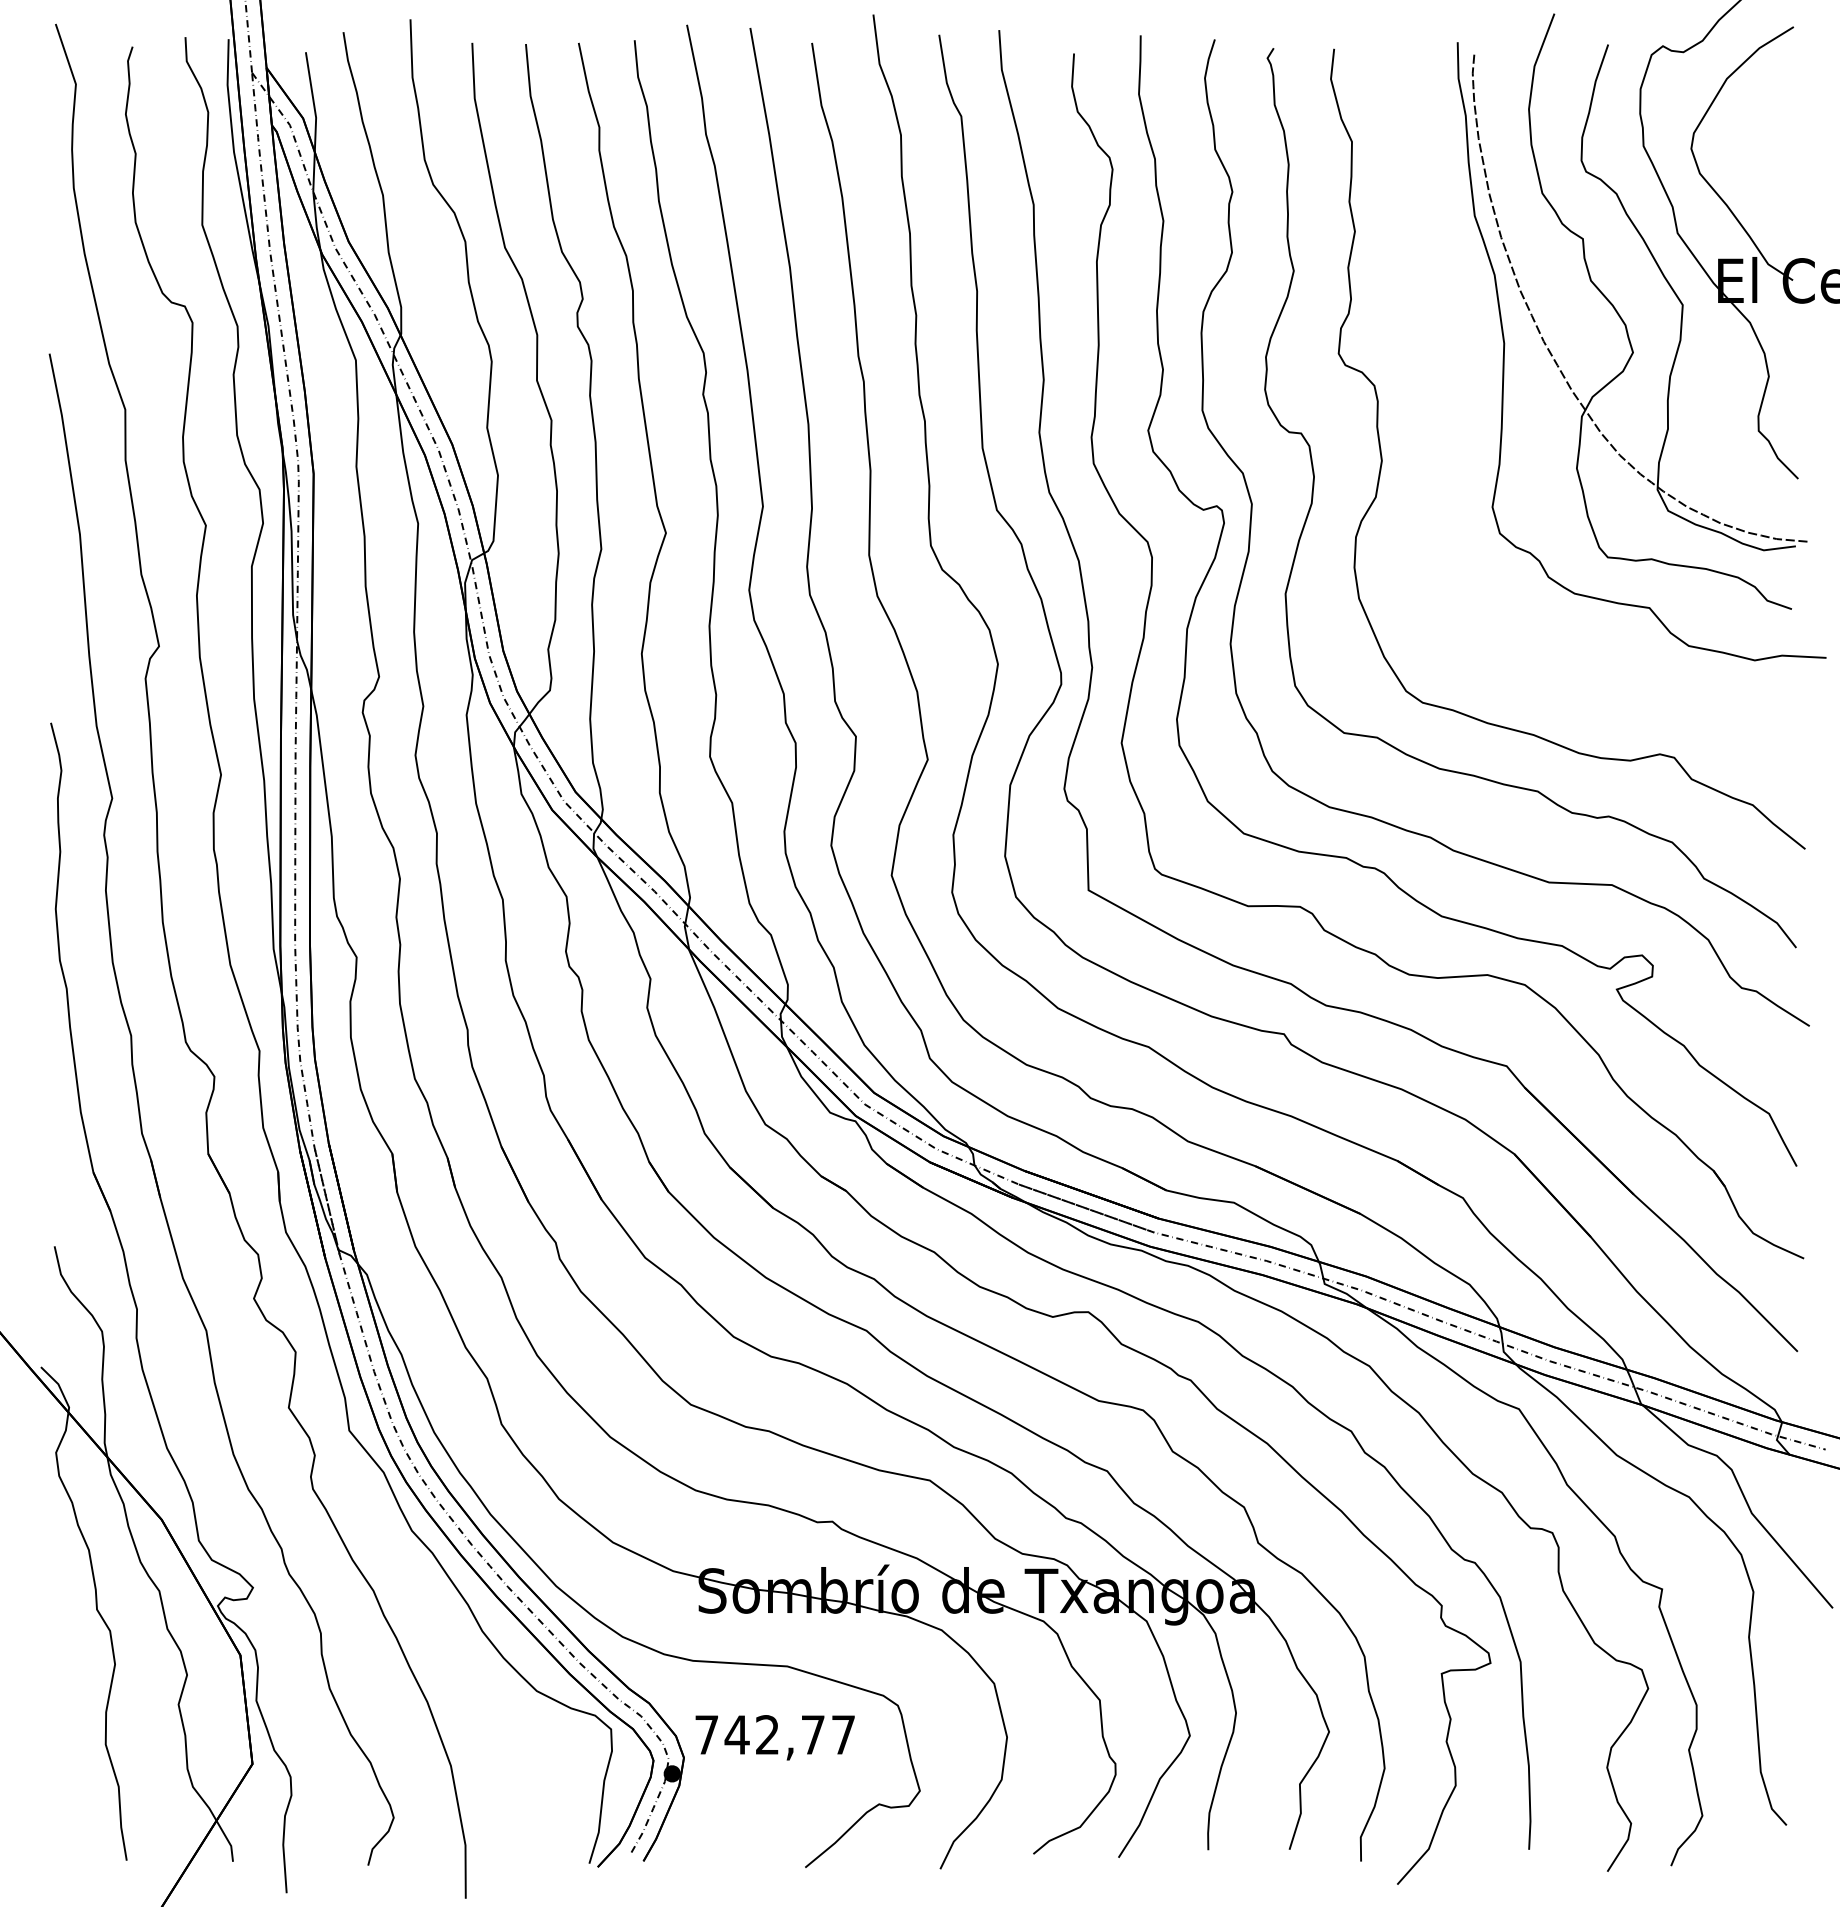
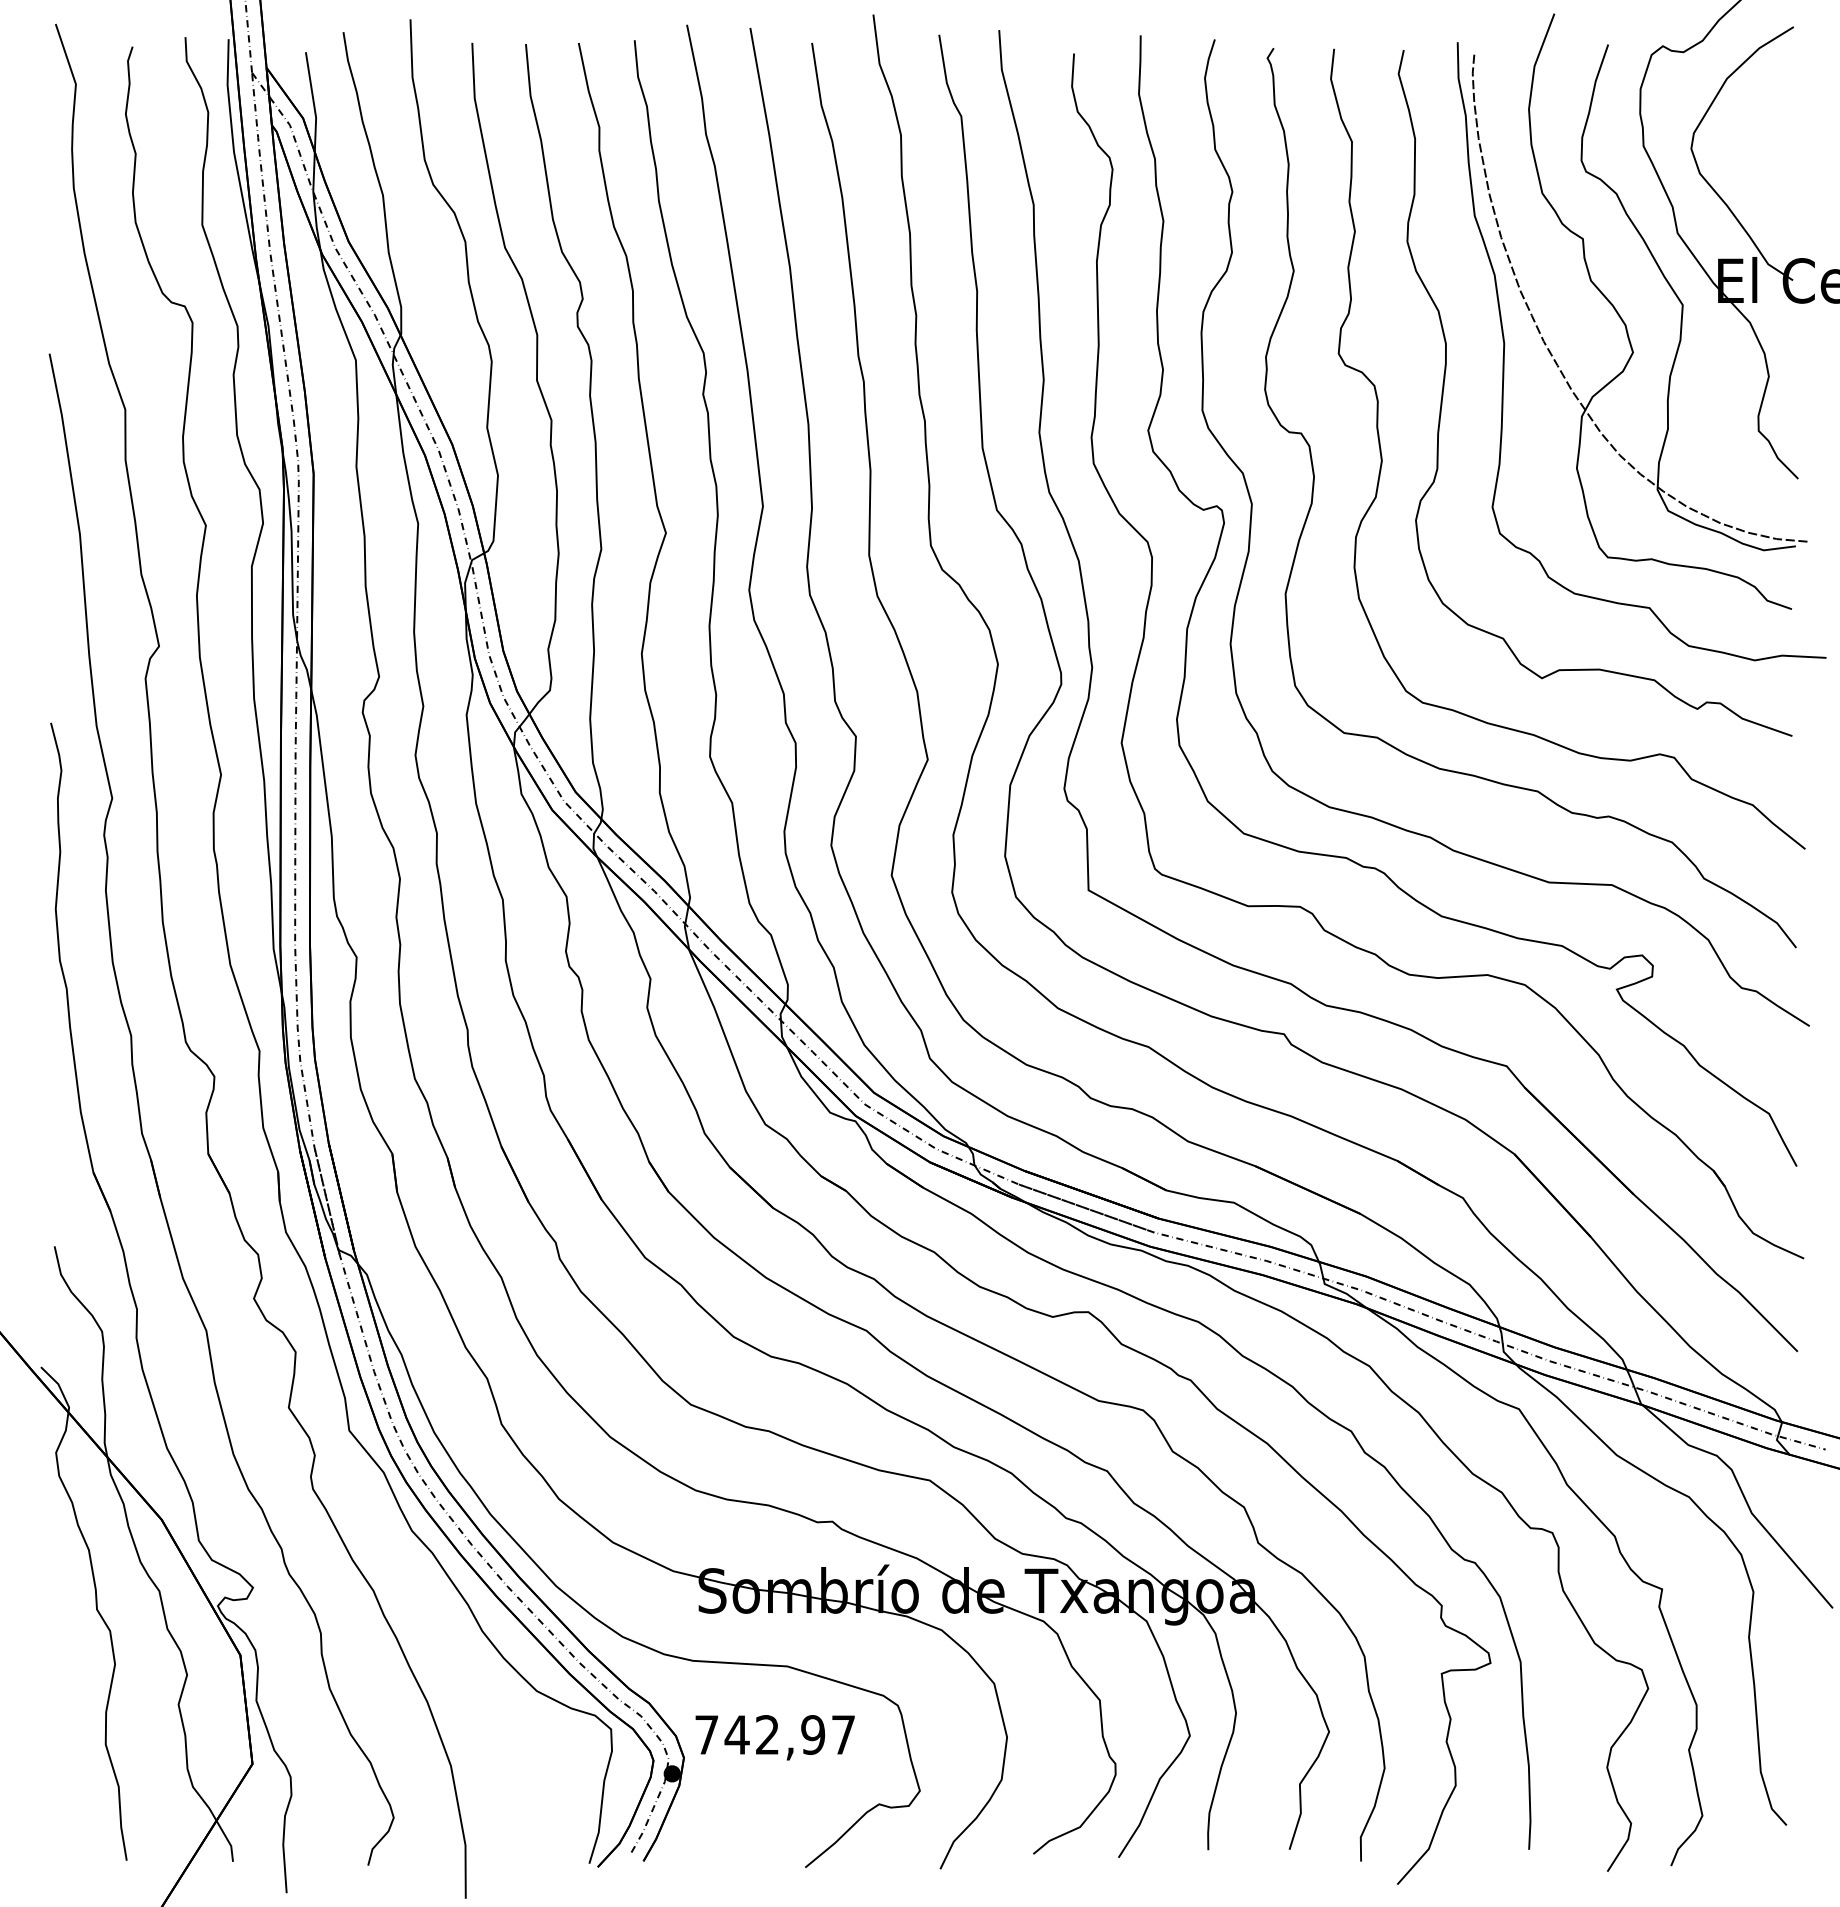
curve at (1445, 379): none -> present
text at (813, 1734): 742,77 -> 742,97
